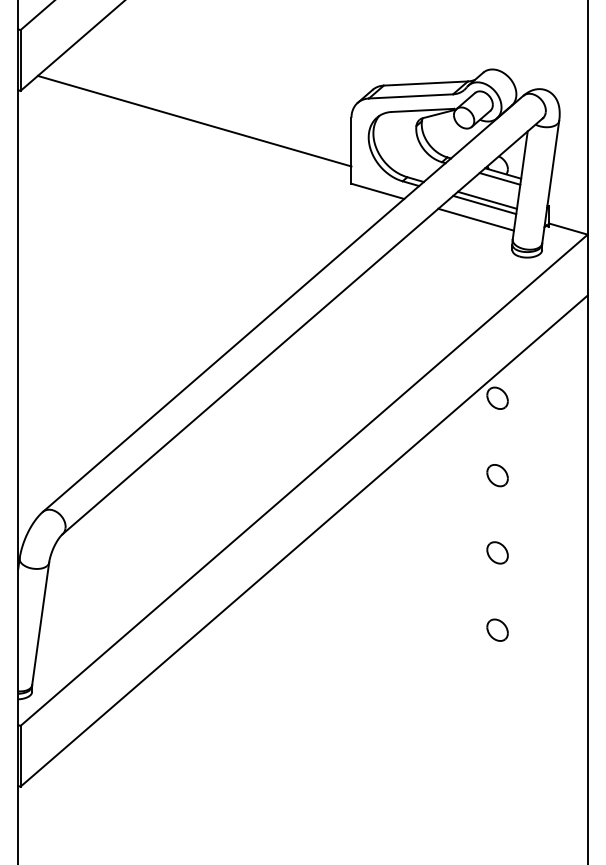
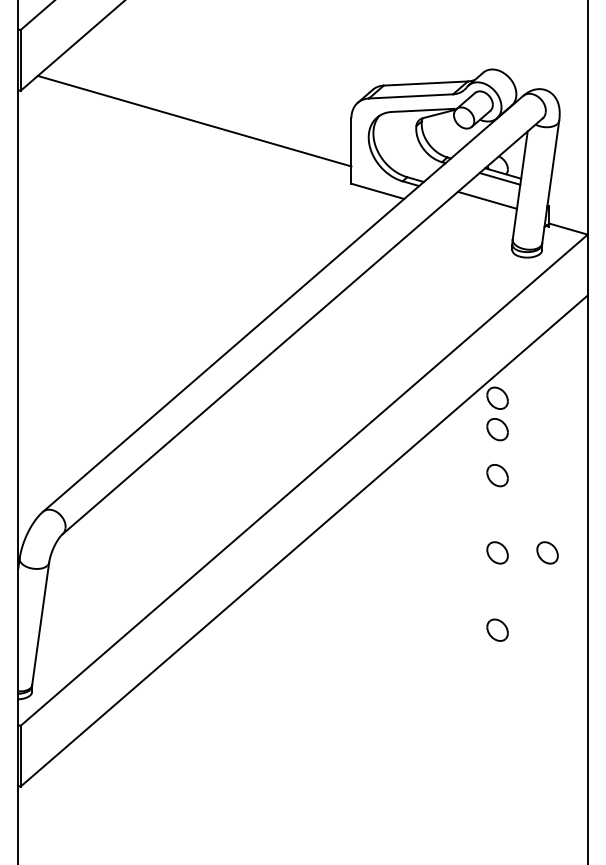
line at (484, 204): present -> none
line at (475, 219): present -> none
part at (497, 429): none -> present
part at (547, 552): none -> present
